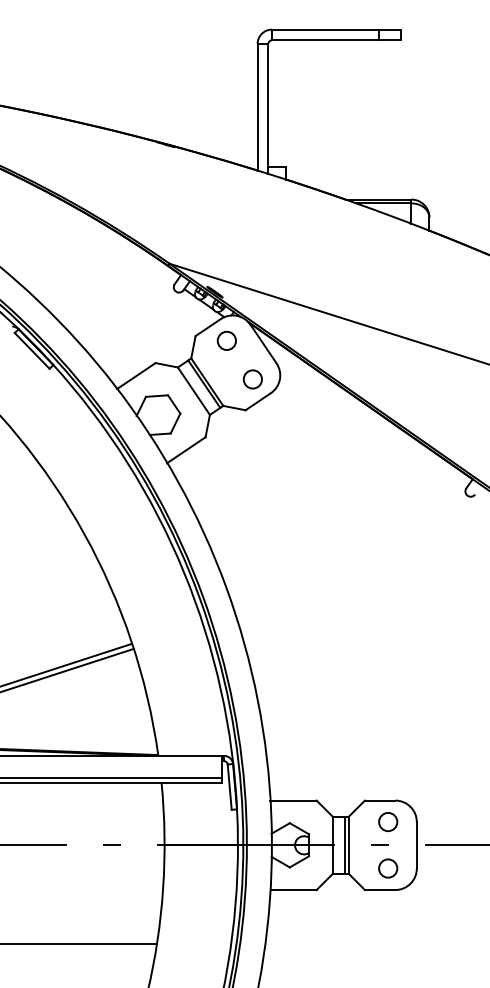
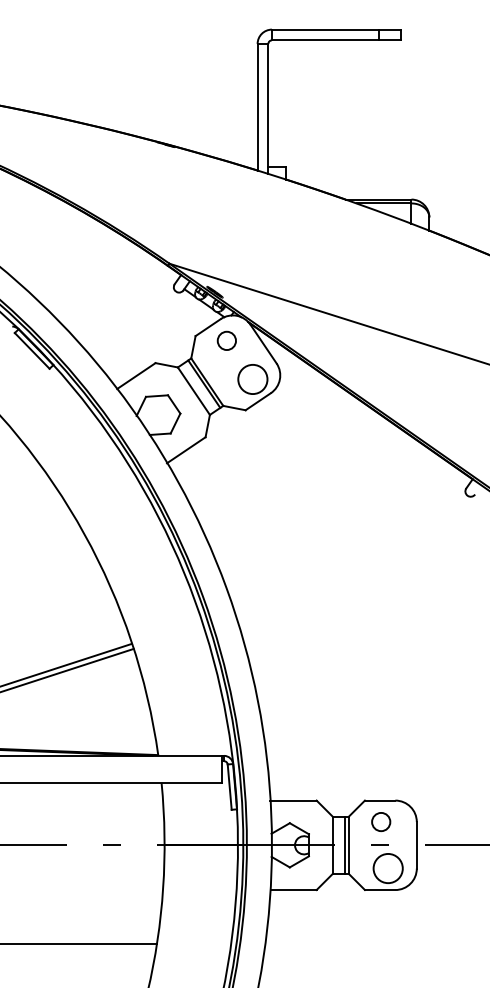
circle at (252, 379) diameter: 18 px -> 29 px
line at (111, 777): present -> none
circle at (388, 822) position: (388, 822) -> (381, 822)
circle at (388, 868) diameter: 18 px -> 29 px
